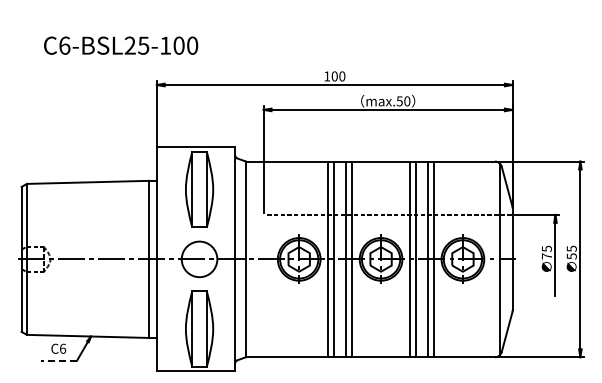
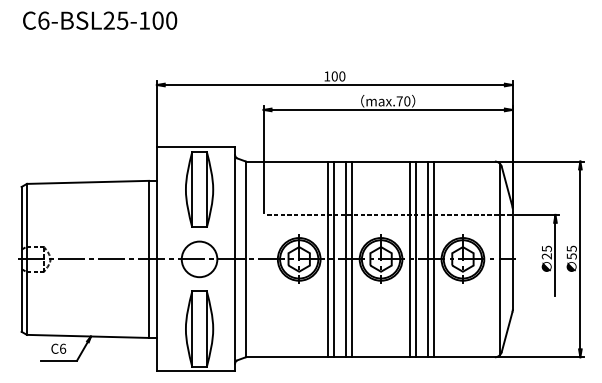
text at (121, 45) position: (121, 45) -> (100, 20)
text at (399, 101): max.50 -> max.70
text at (546, 256): 75 -> 25
line at (58, 360): dashed -> solid
